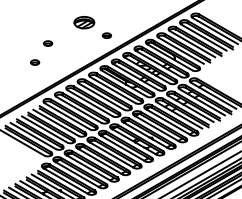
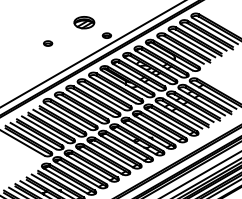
line at (92, 54): none -> present
part at (35, 62): present -> none
